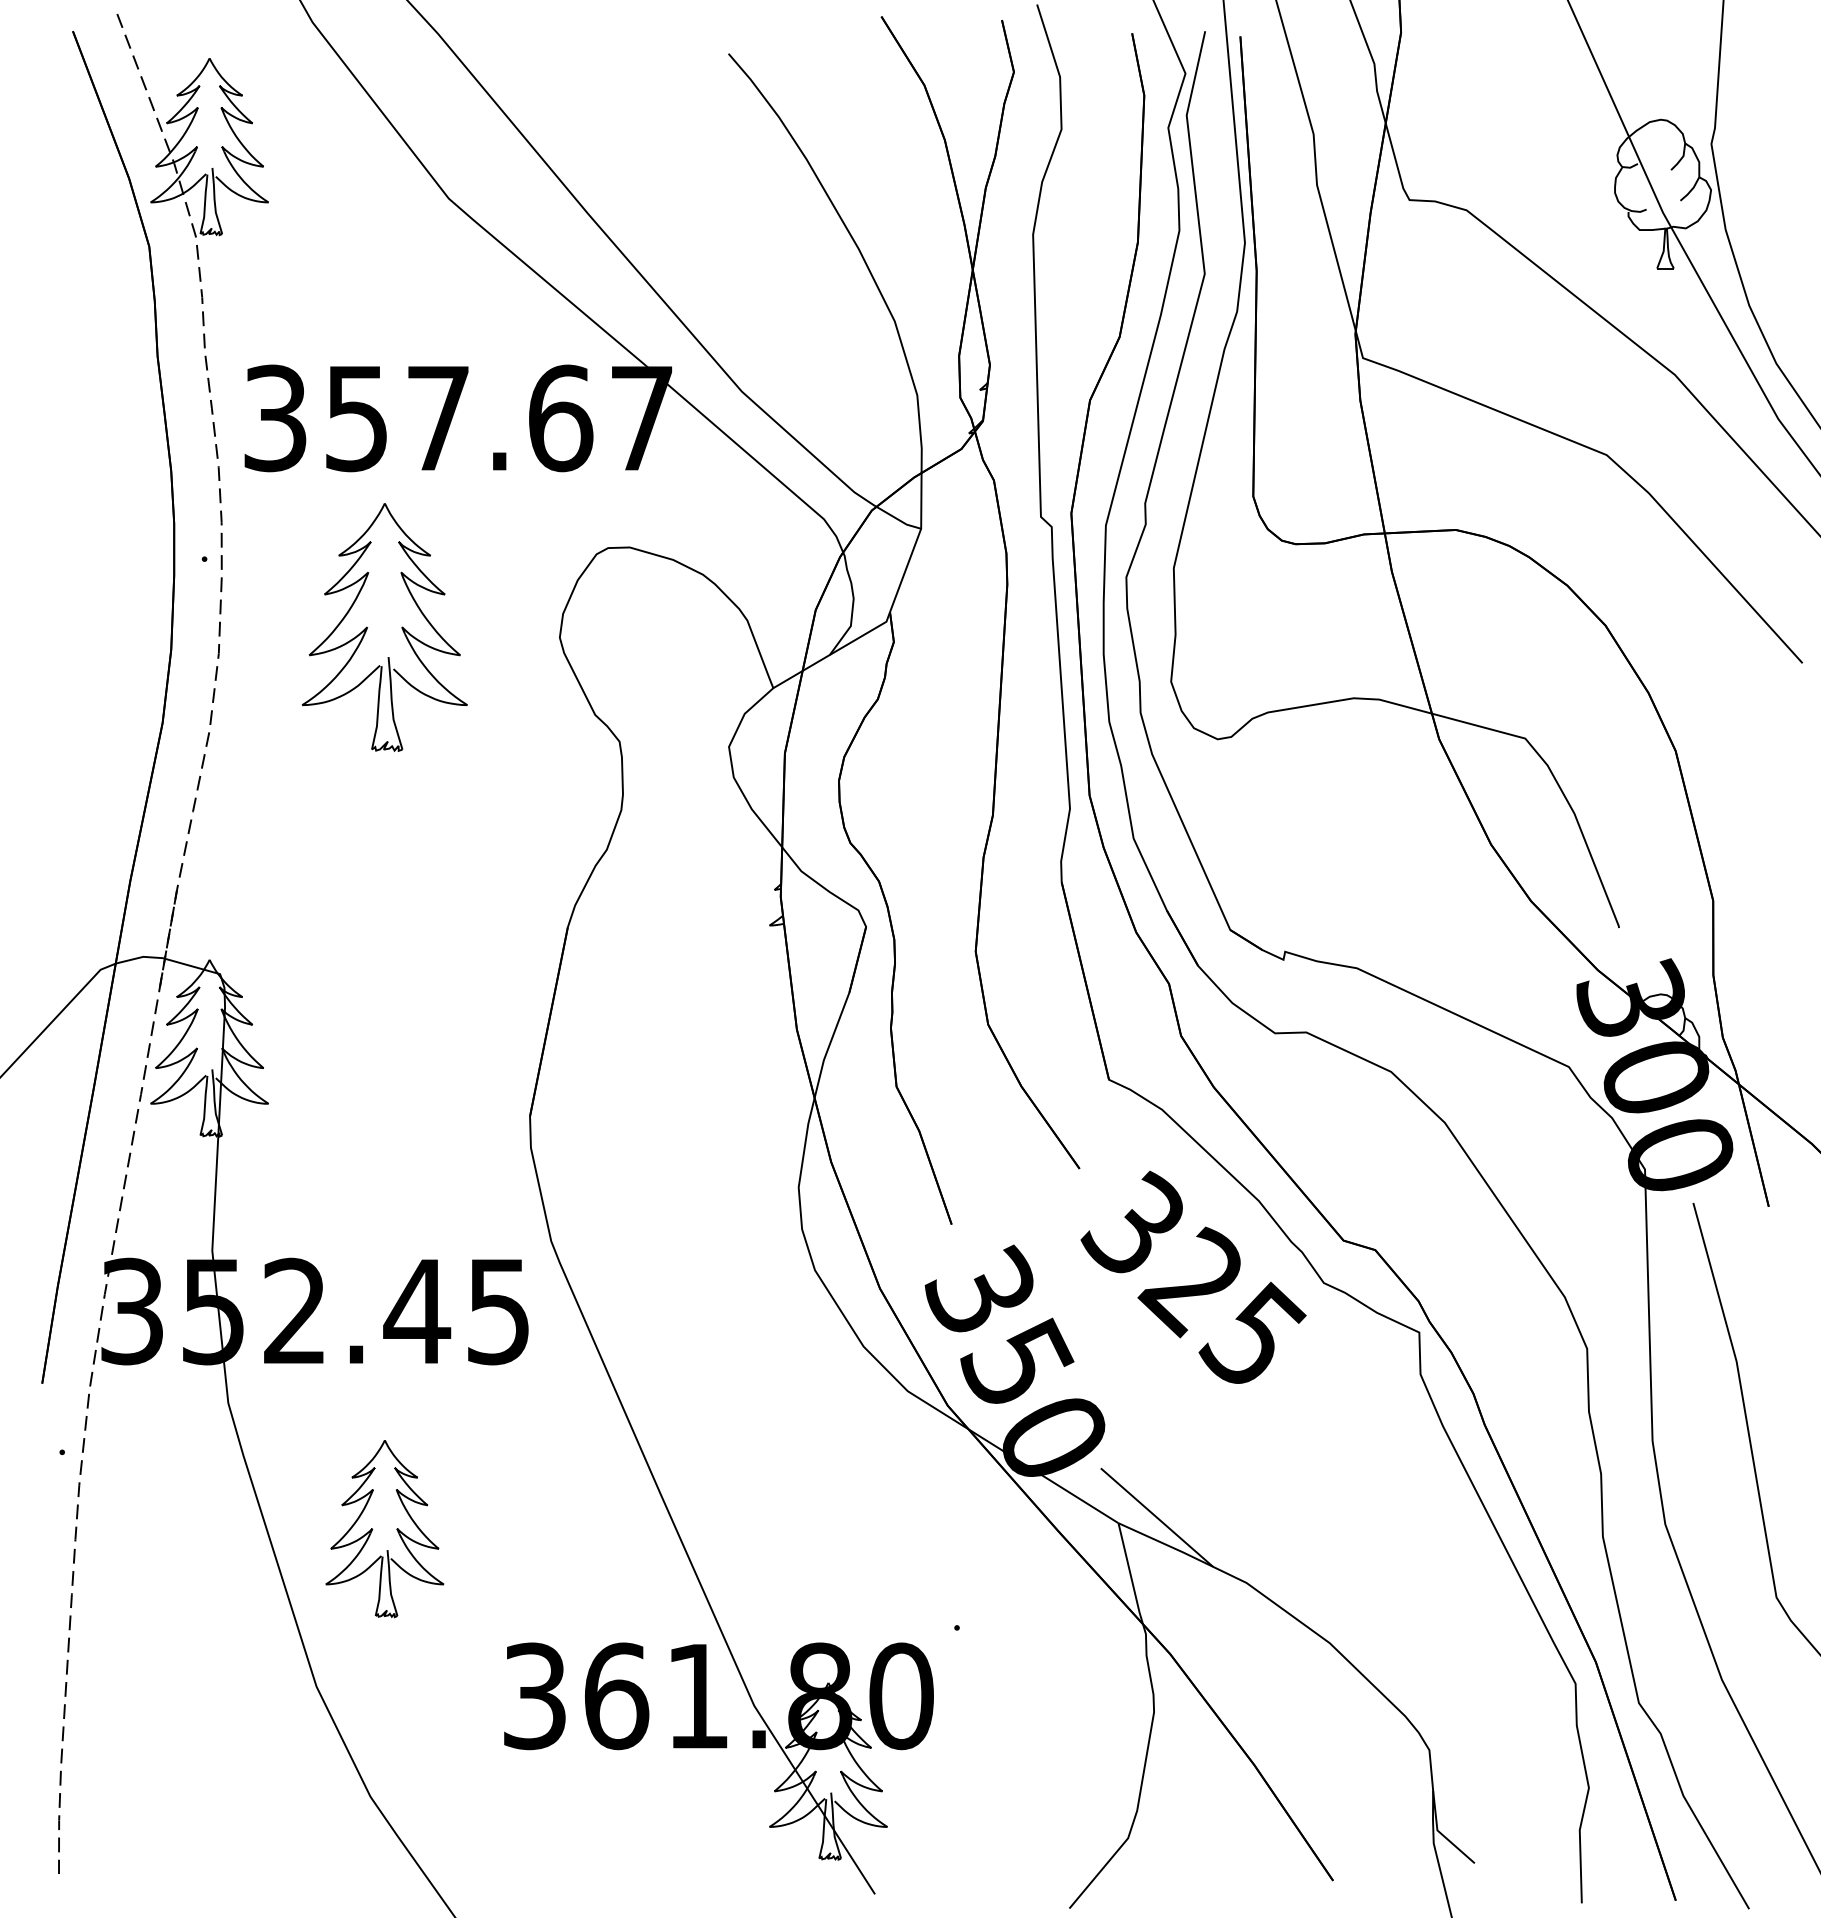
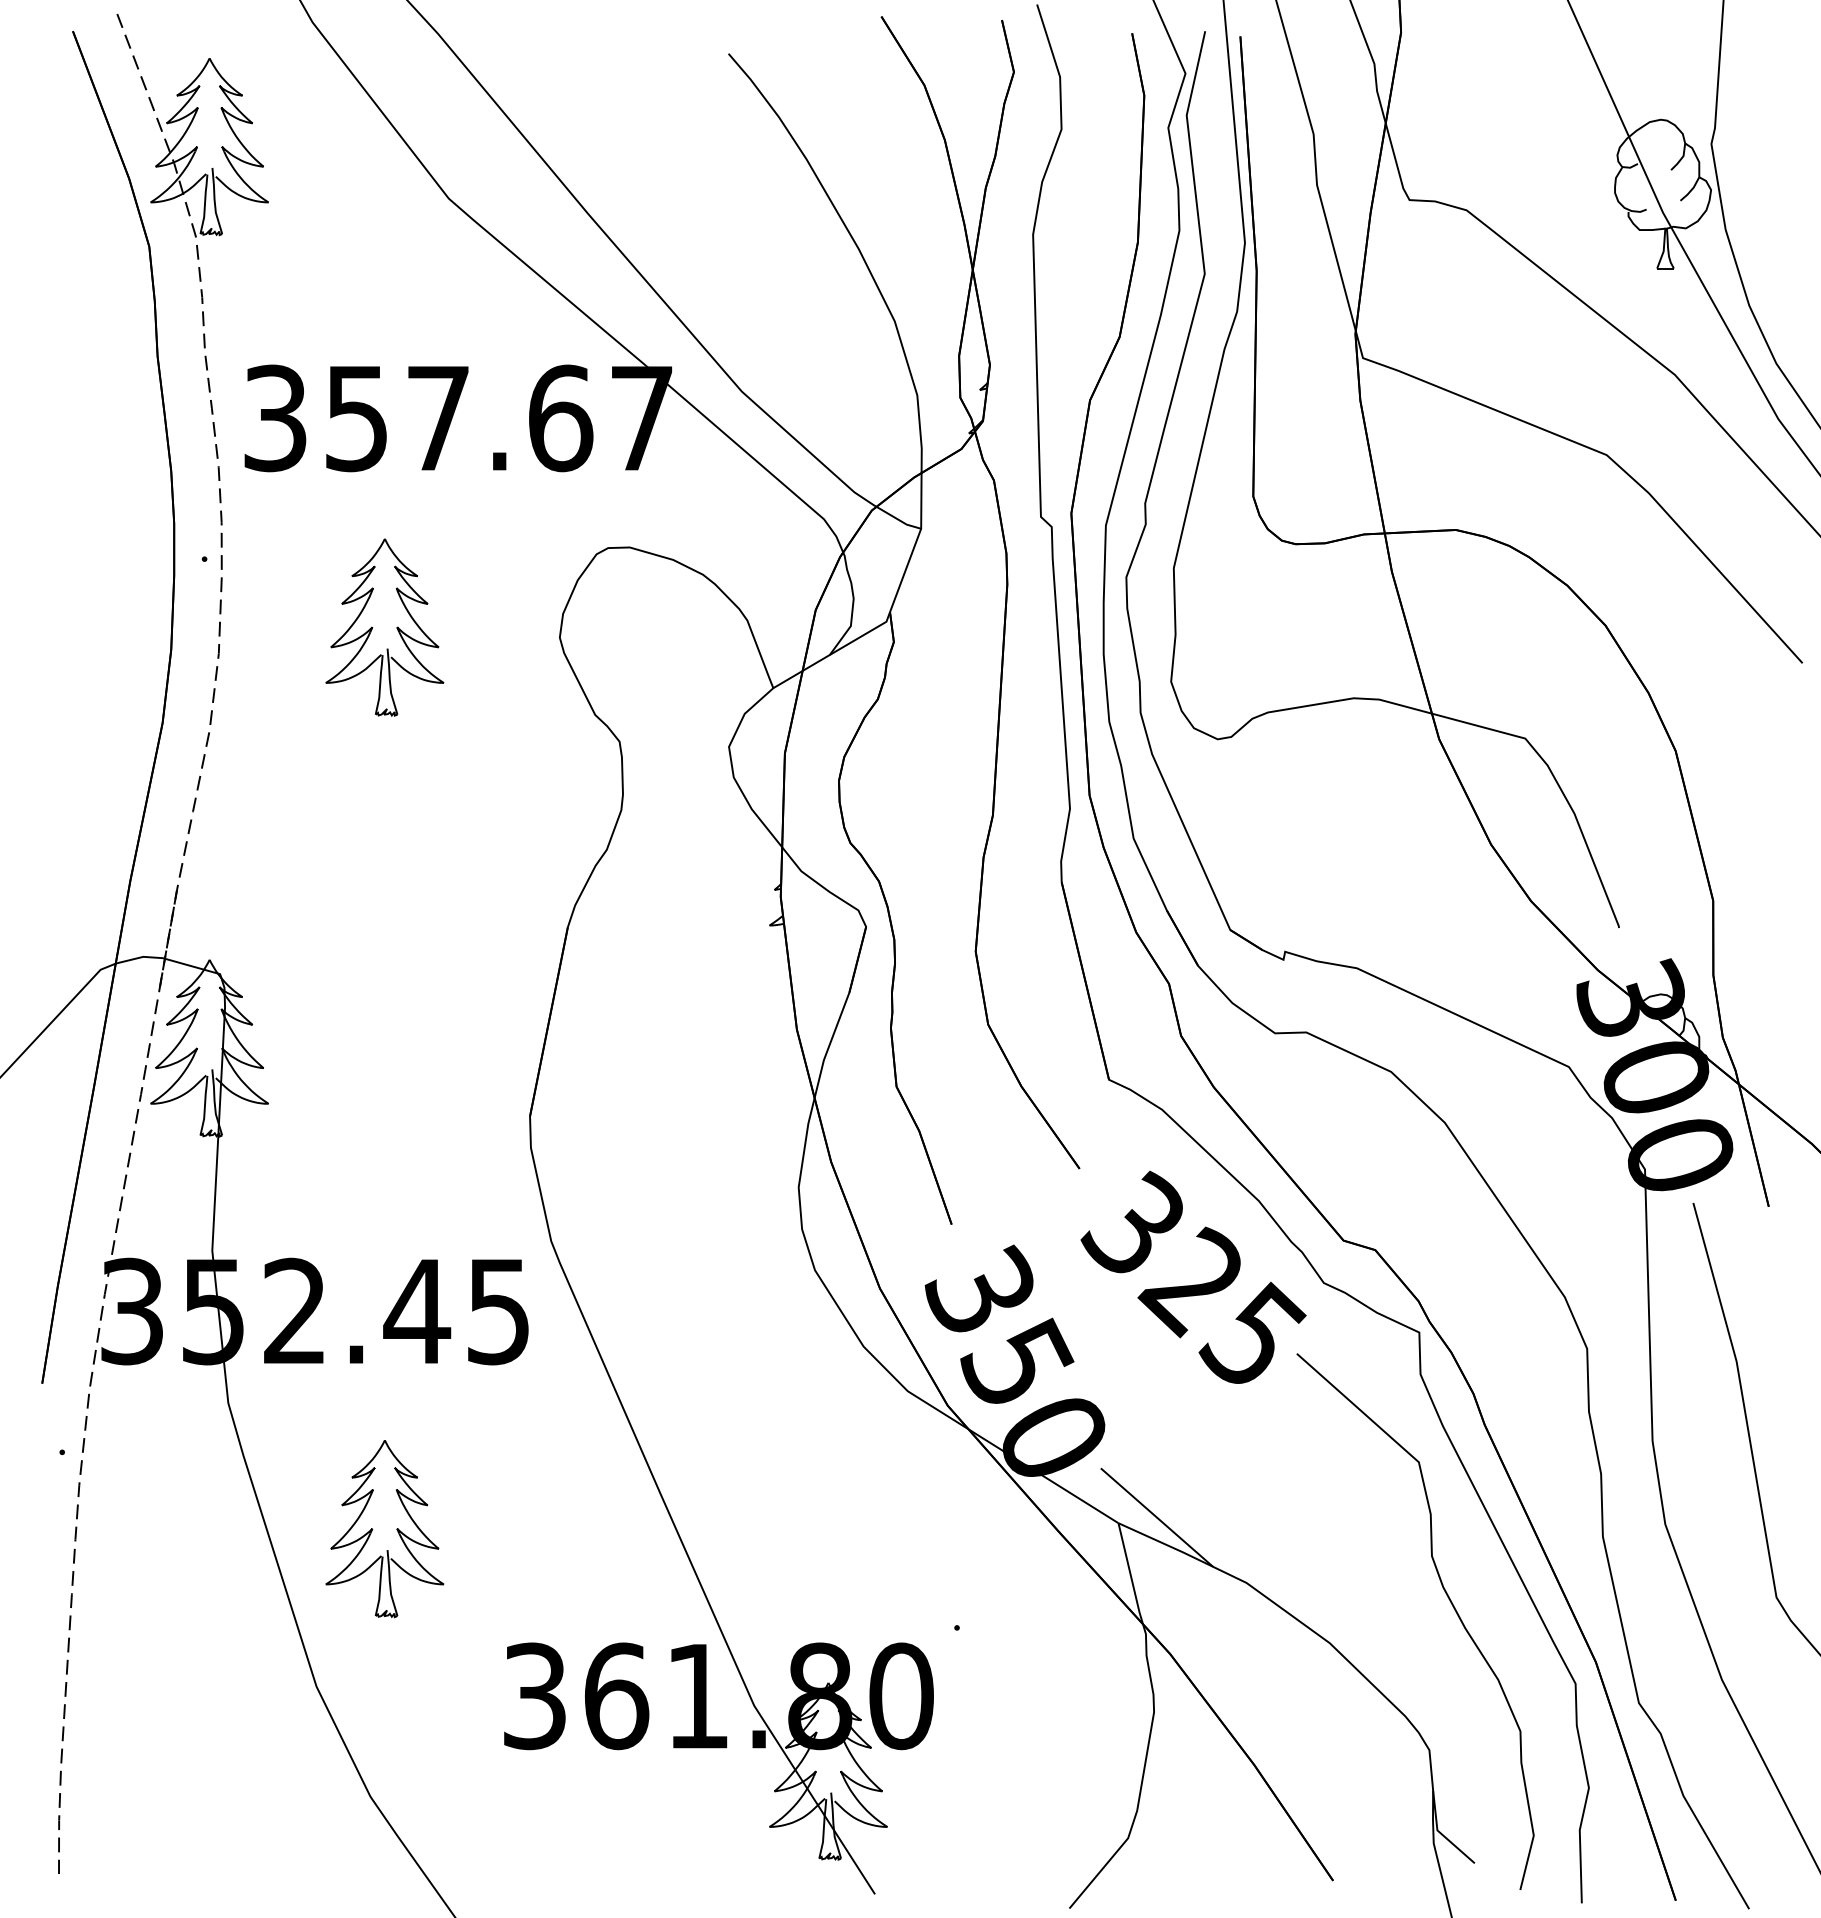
part at (384, 627) size: 167x249 px -> 120x179 px
curve at (1449, 1601): none -> present
